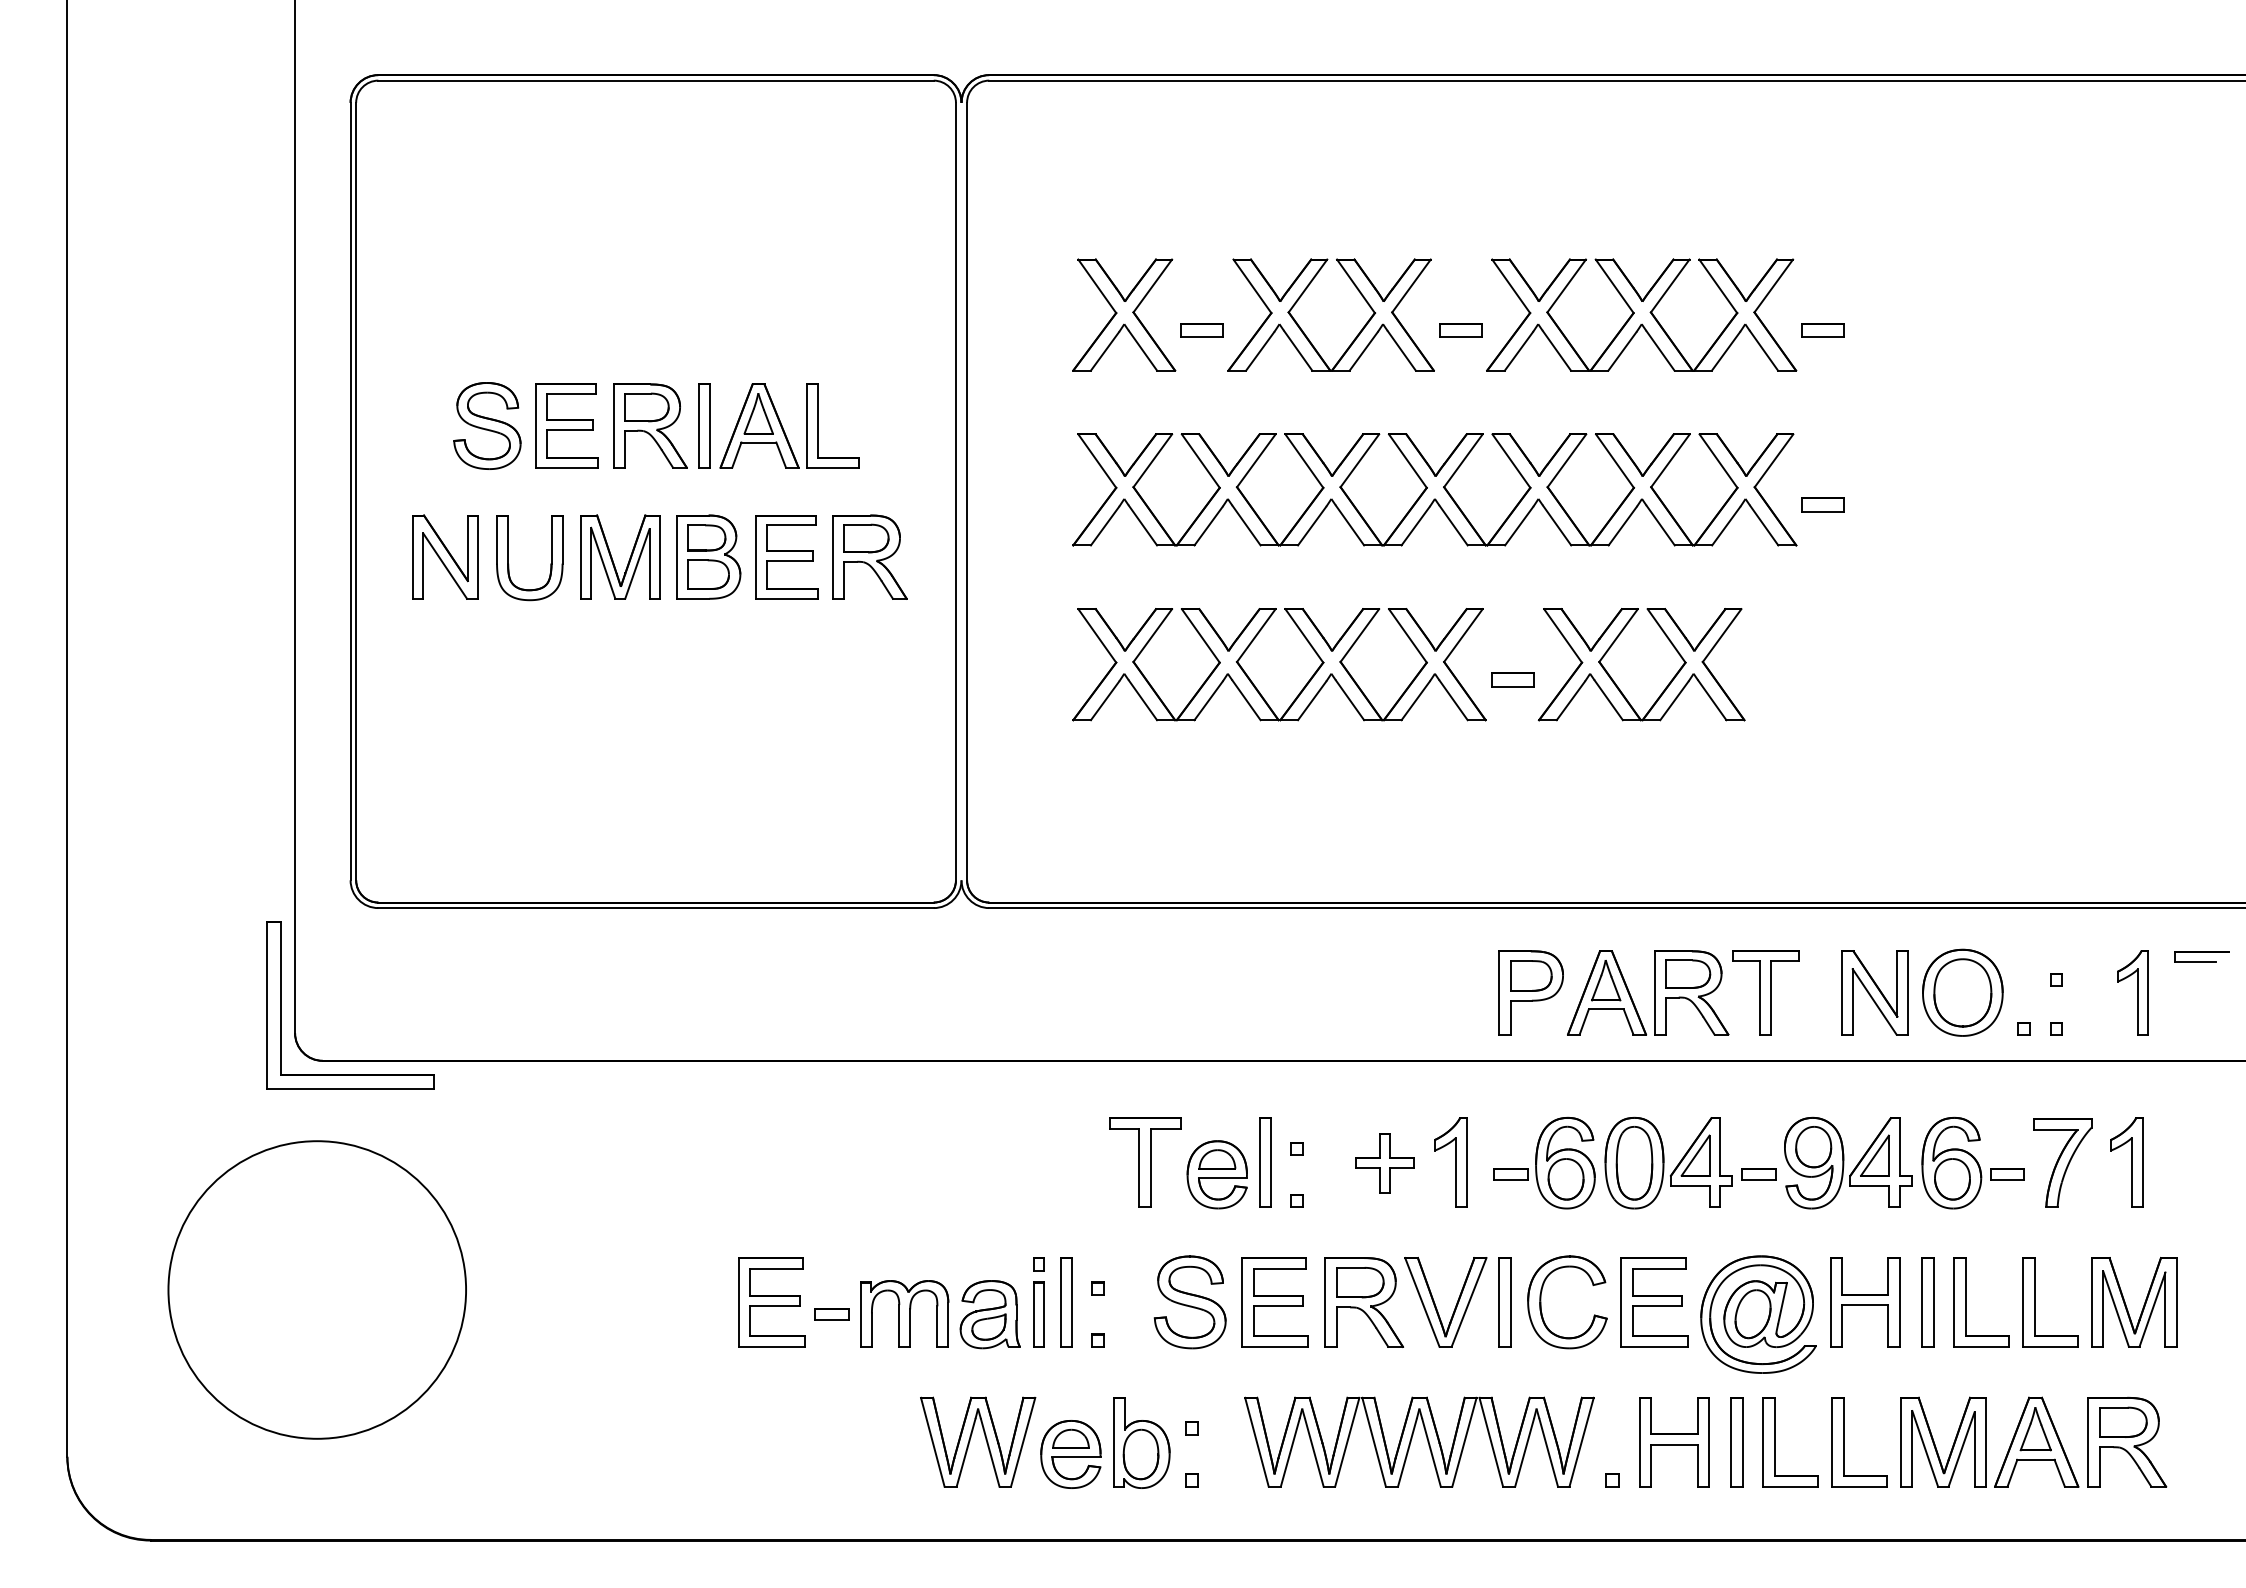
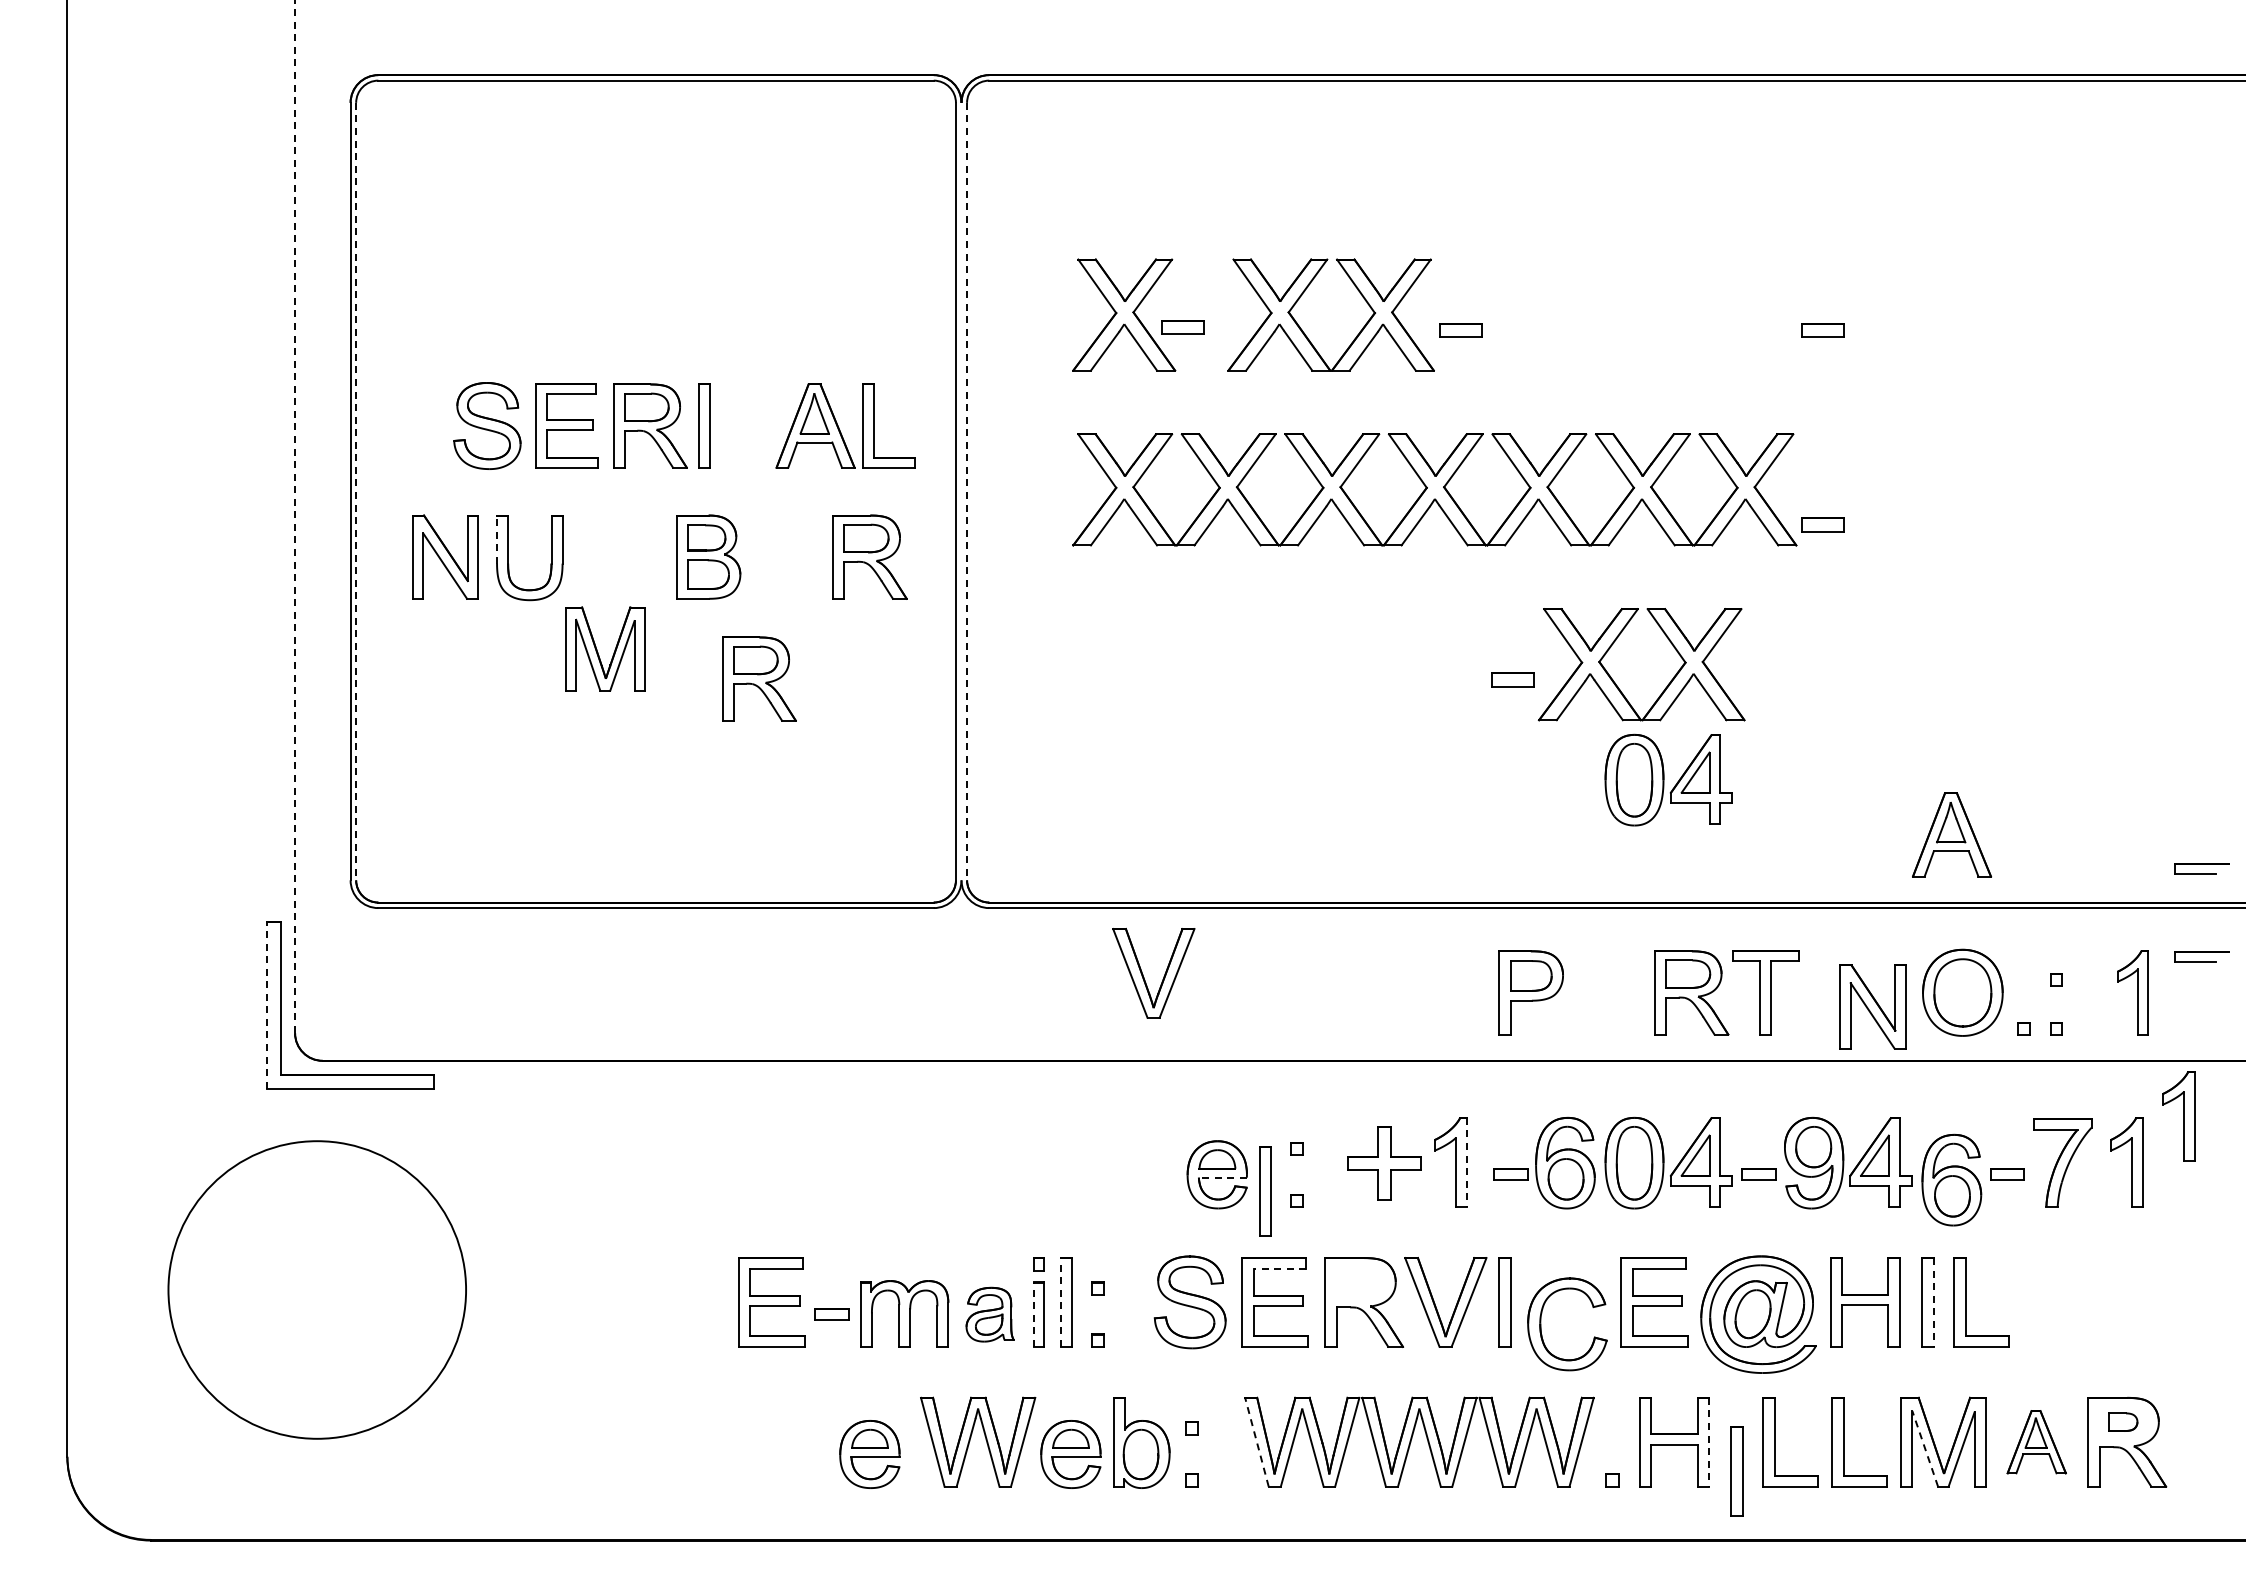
part at (1641, 314): present -> none
part at (1201, 330) position: (1201, 330) -> (1182, 327)
part at (783, 427) position: (783, 427) -> (839, 427)
line at (356, 491): solid -> dashed
line at (967, 491): solid -> dashed
part at (1822, 504) position: (1822, 504) -> (1822, 524)
line at (295, 516): solid -> dashed
line at (497, 539): solid -> dashed
part at (612, 557) position: (612, 557) -> (597, 649)
part at (786, 557): present -> none
part at (759, 678): none -> present
part at (1255, 685): present -> none
part at (1668, 779): none -> present
part at (2201, 868): none -> present
part at (1144, 977): none -> present
part at (1606, 992) position: (1606, 992) -> (1951, 834)
part at (1874, 992) position: (1874, 992) -> (1872, 1006)
line at (267, 1004): solid -> dashed
part at (2178, 1116): none -> present
part at (1145, 1162): present -> none
part at (1265, 1162) position: (1265, 1162) -> (1265, 1191)
line at (1467, 1162): solid -> dashed
part at (1951, 1162) position: (1951, 1162) -> (1951, 1179)
part at (1384, 1163) size: 60x61 px -> 75x75 px
line at (1222, 1177): solid -> dashed
line at (1279, 1268): solid -> dashed
part at (1360, 1282): present -> none
line at (1060, 1301): solid -> dashed
part at (1541, 1302) position: (1541, 1302) -> (1541, 1324)
line at (1933, 1302): solid -> dashed
part at (2035, 1302): present -> none
part at (2126, 1304): present -> none
part at (989, 1314) size: 62x70 px -> 50x57 px
line at (1033, 1314): solid -> dashed
part at (2123, 1421) size: 49x32 px -> 31x20 px
part at (2036, 1441) size: 86x92 px -> 61x65 px
line at (1256, 1442): solid -> dashed
line at (1709, 1442): solid -> dashed
part at (1736, 1442) position: (1736, 1442) -> (1736, 1471)
line at (1925, 1448): solid -> dashed
part at (869, 1454): none -> present
